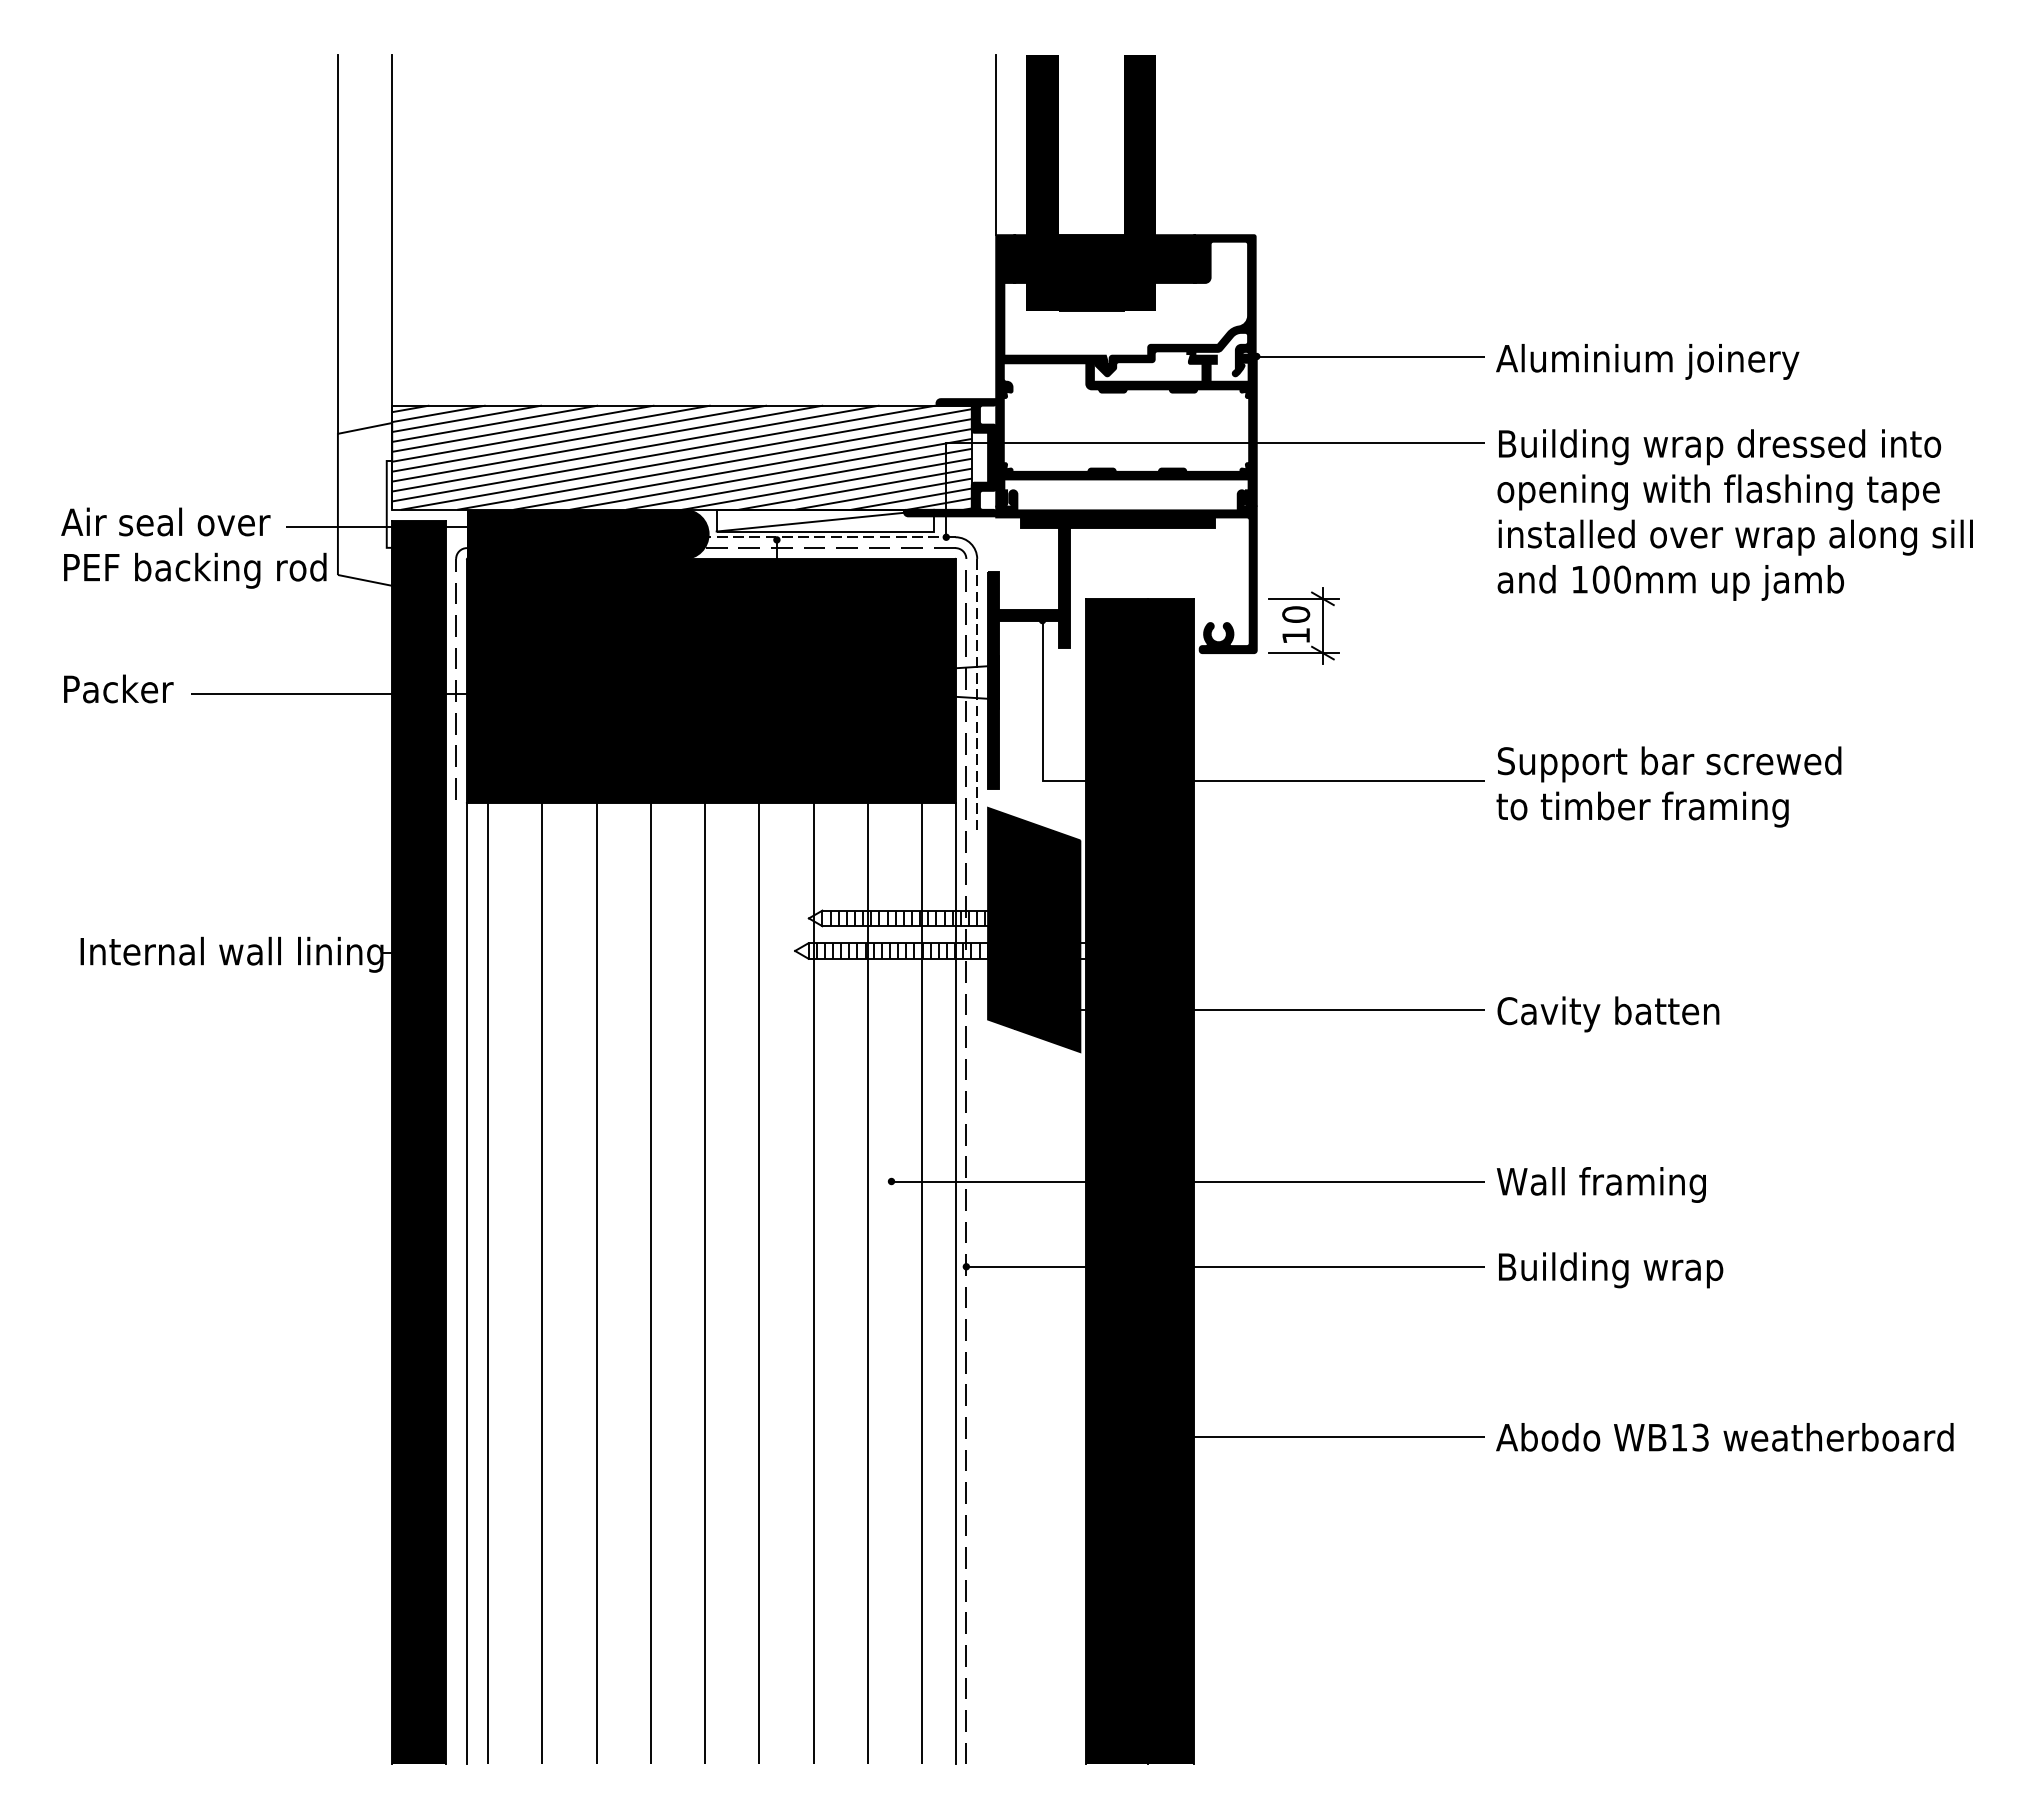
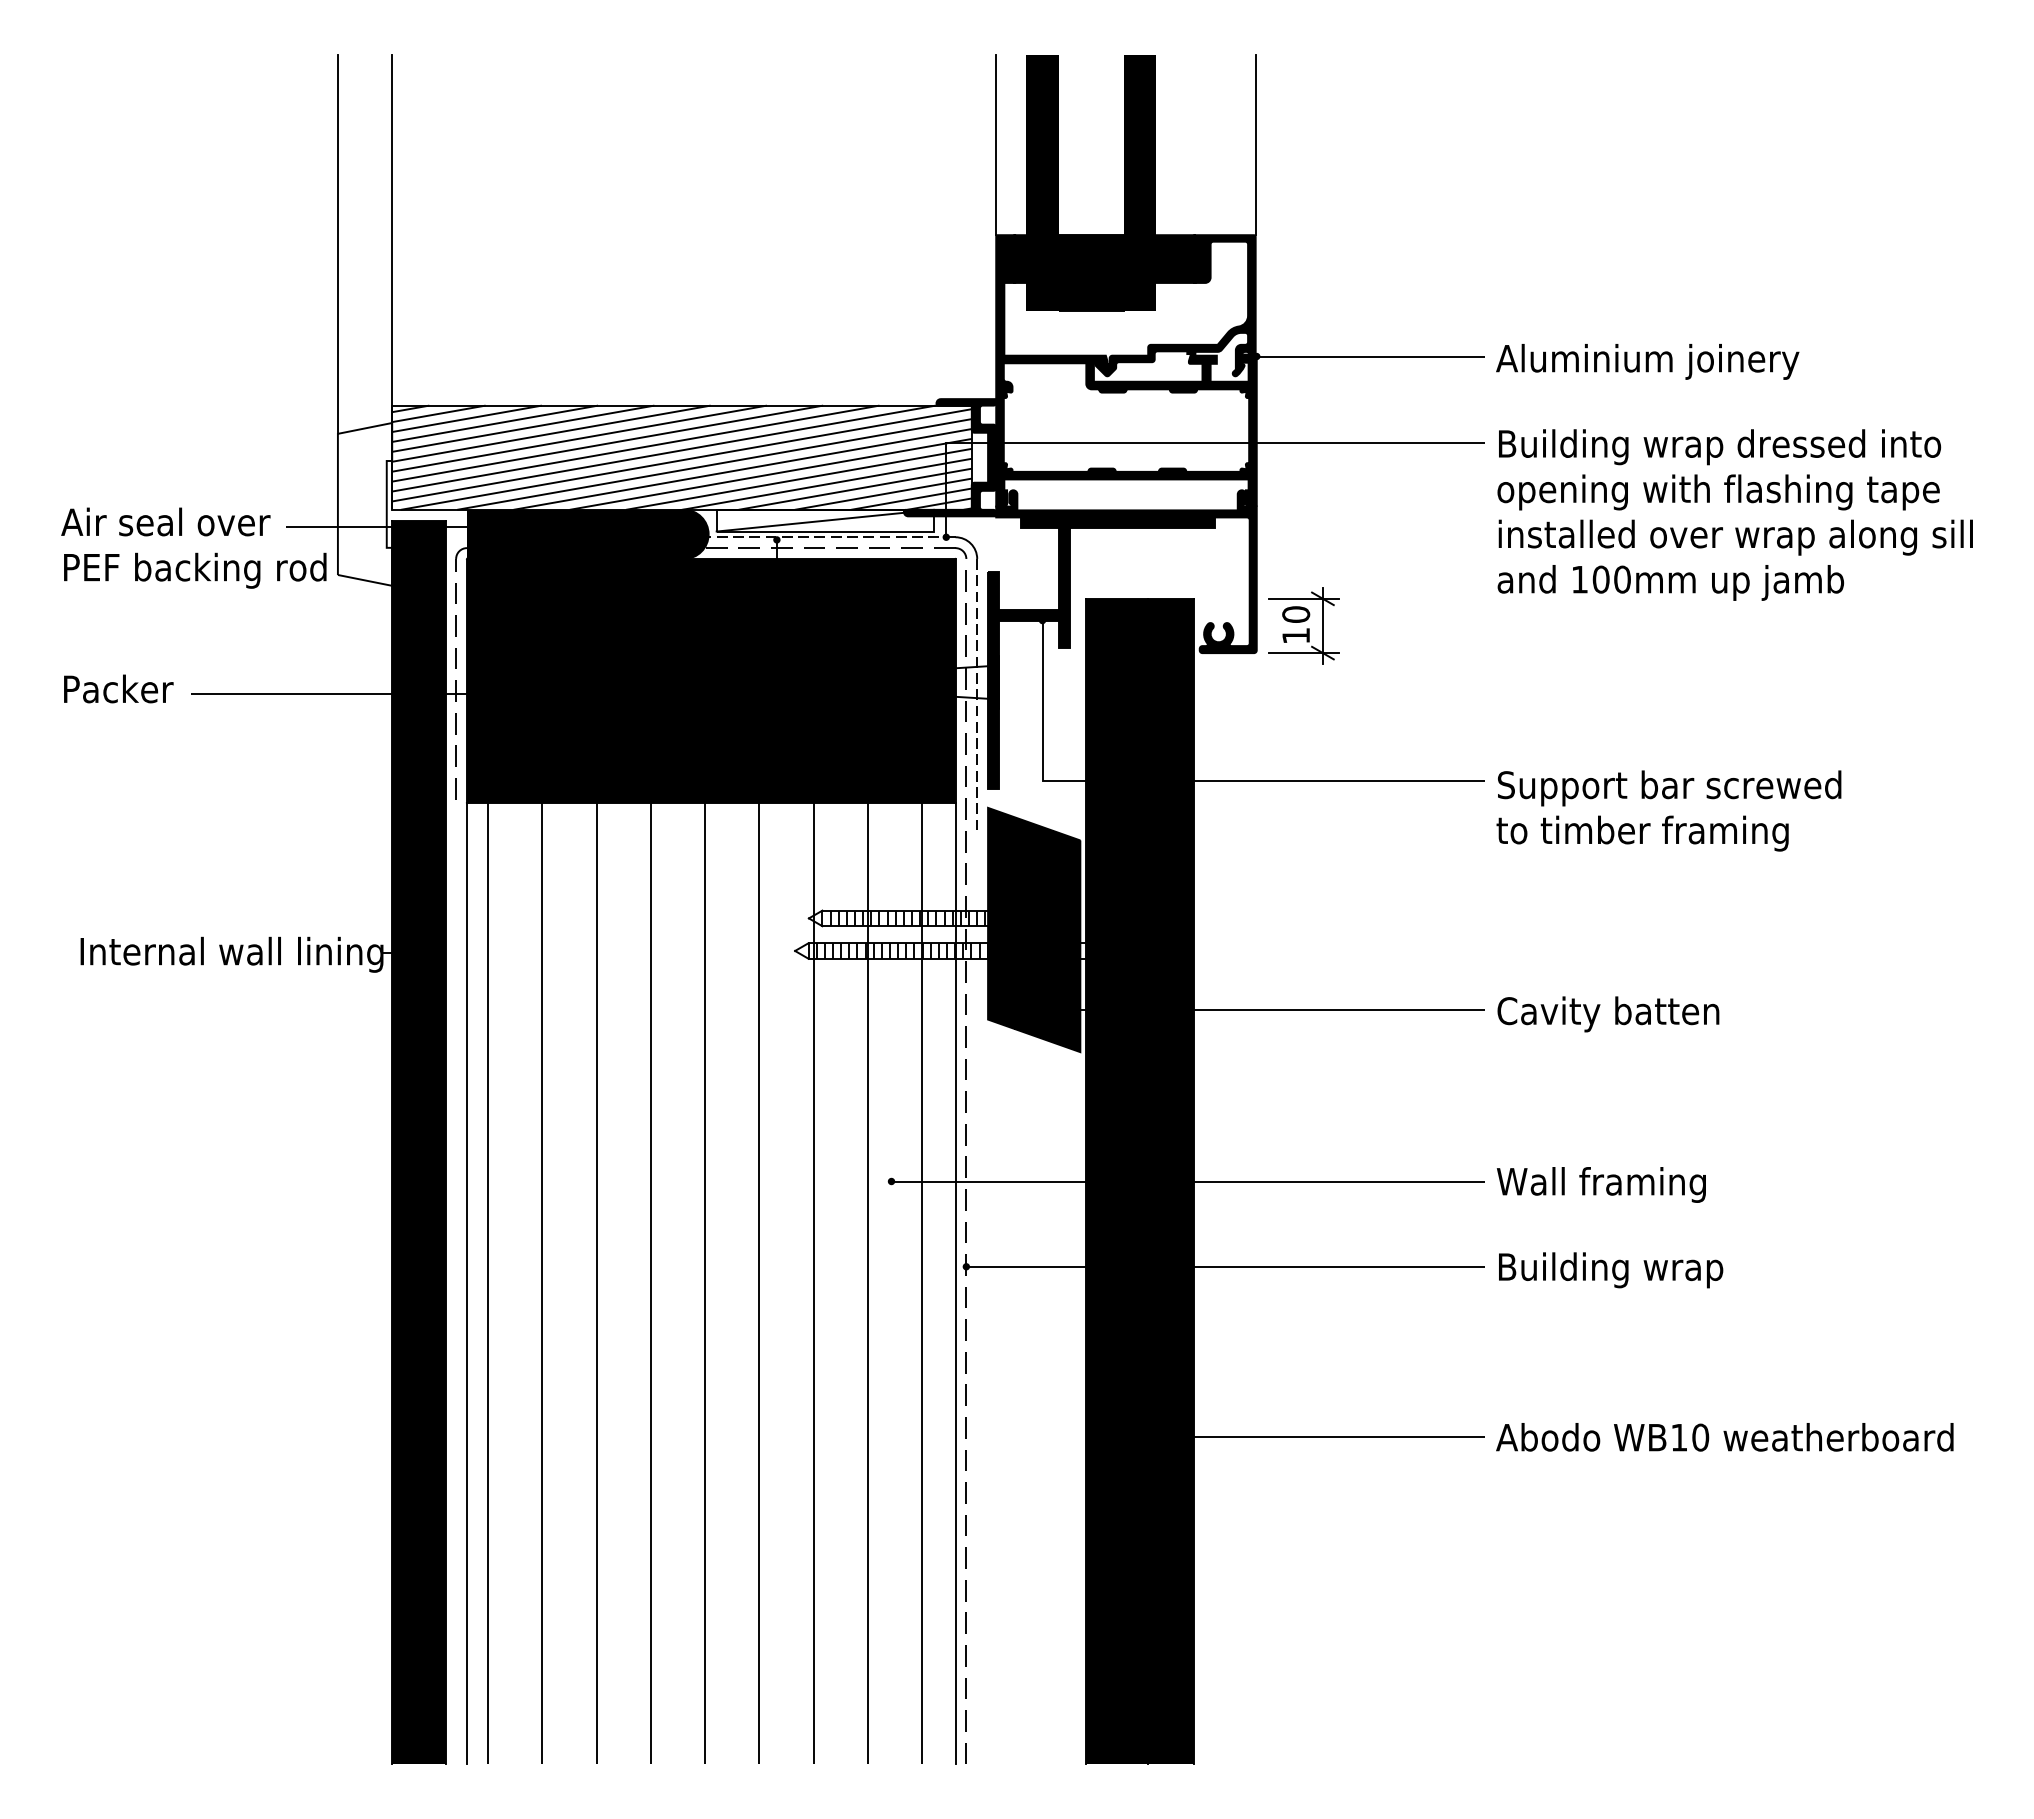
line at (1255, 144): none -> present
text at (1668, 786) position: (1668, 786) -> (1668, 810)
text at (1700, 1437): WB13 -> WB10
